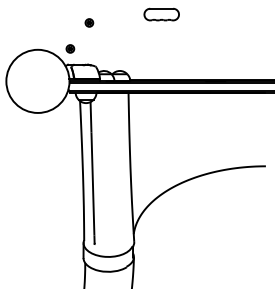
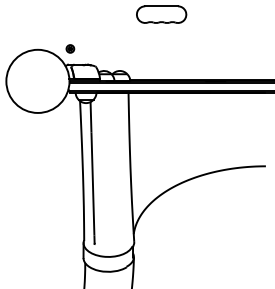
part at (161, 14) size: 37x15 px -> 52x19 px
part at (89, 22): present -> none
